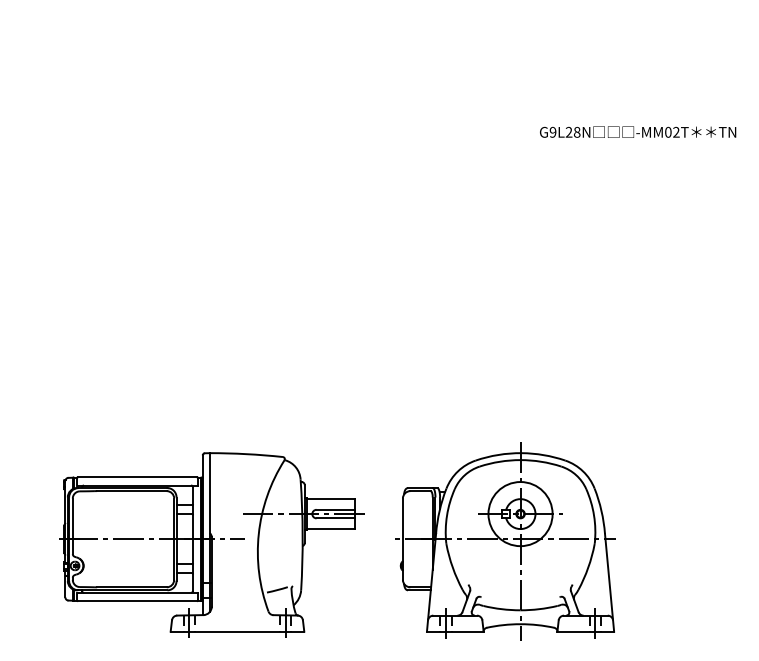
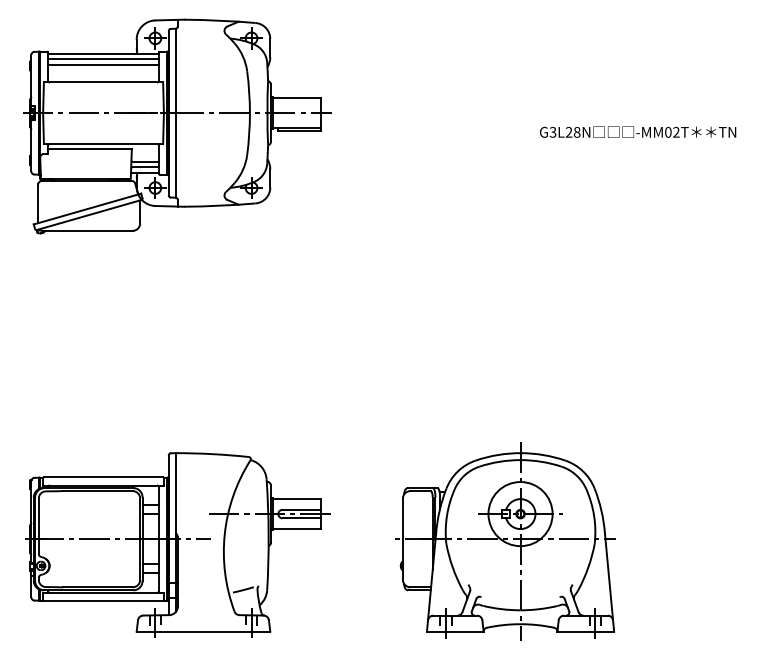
part at (177, 126): none -> present
text at (552, 132): G9L28N -> G3L28N
part at (211, 544) position: (211, 544) -> (177, 544)
